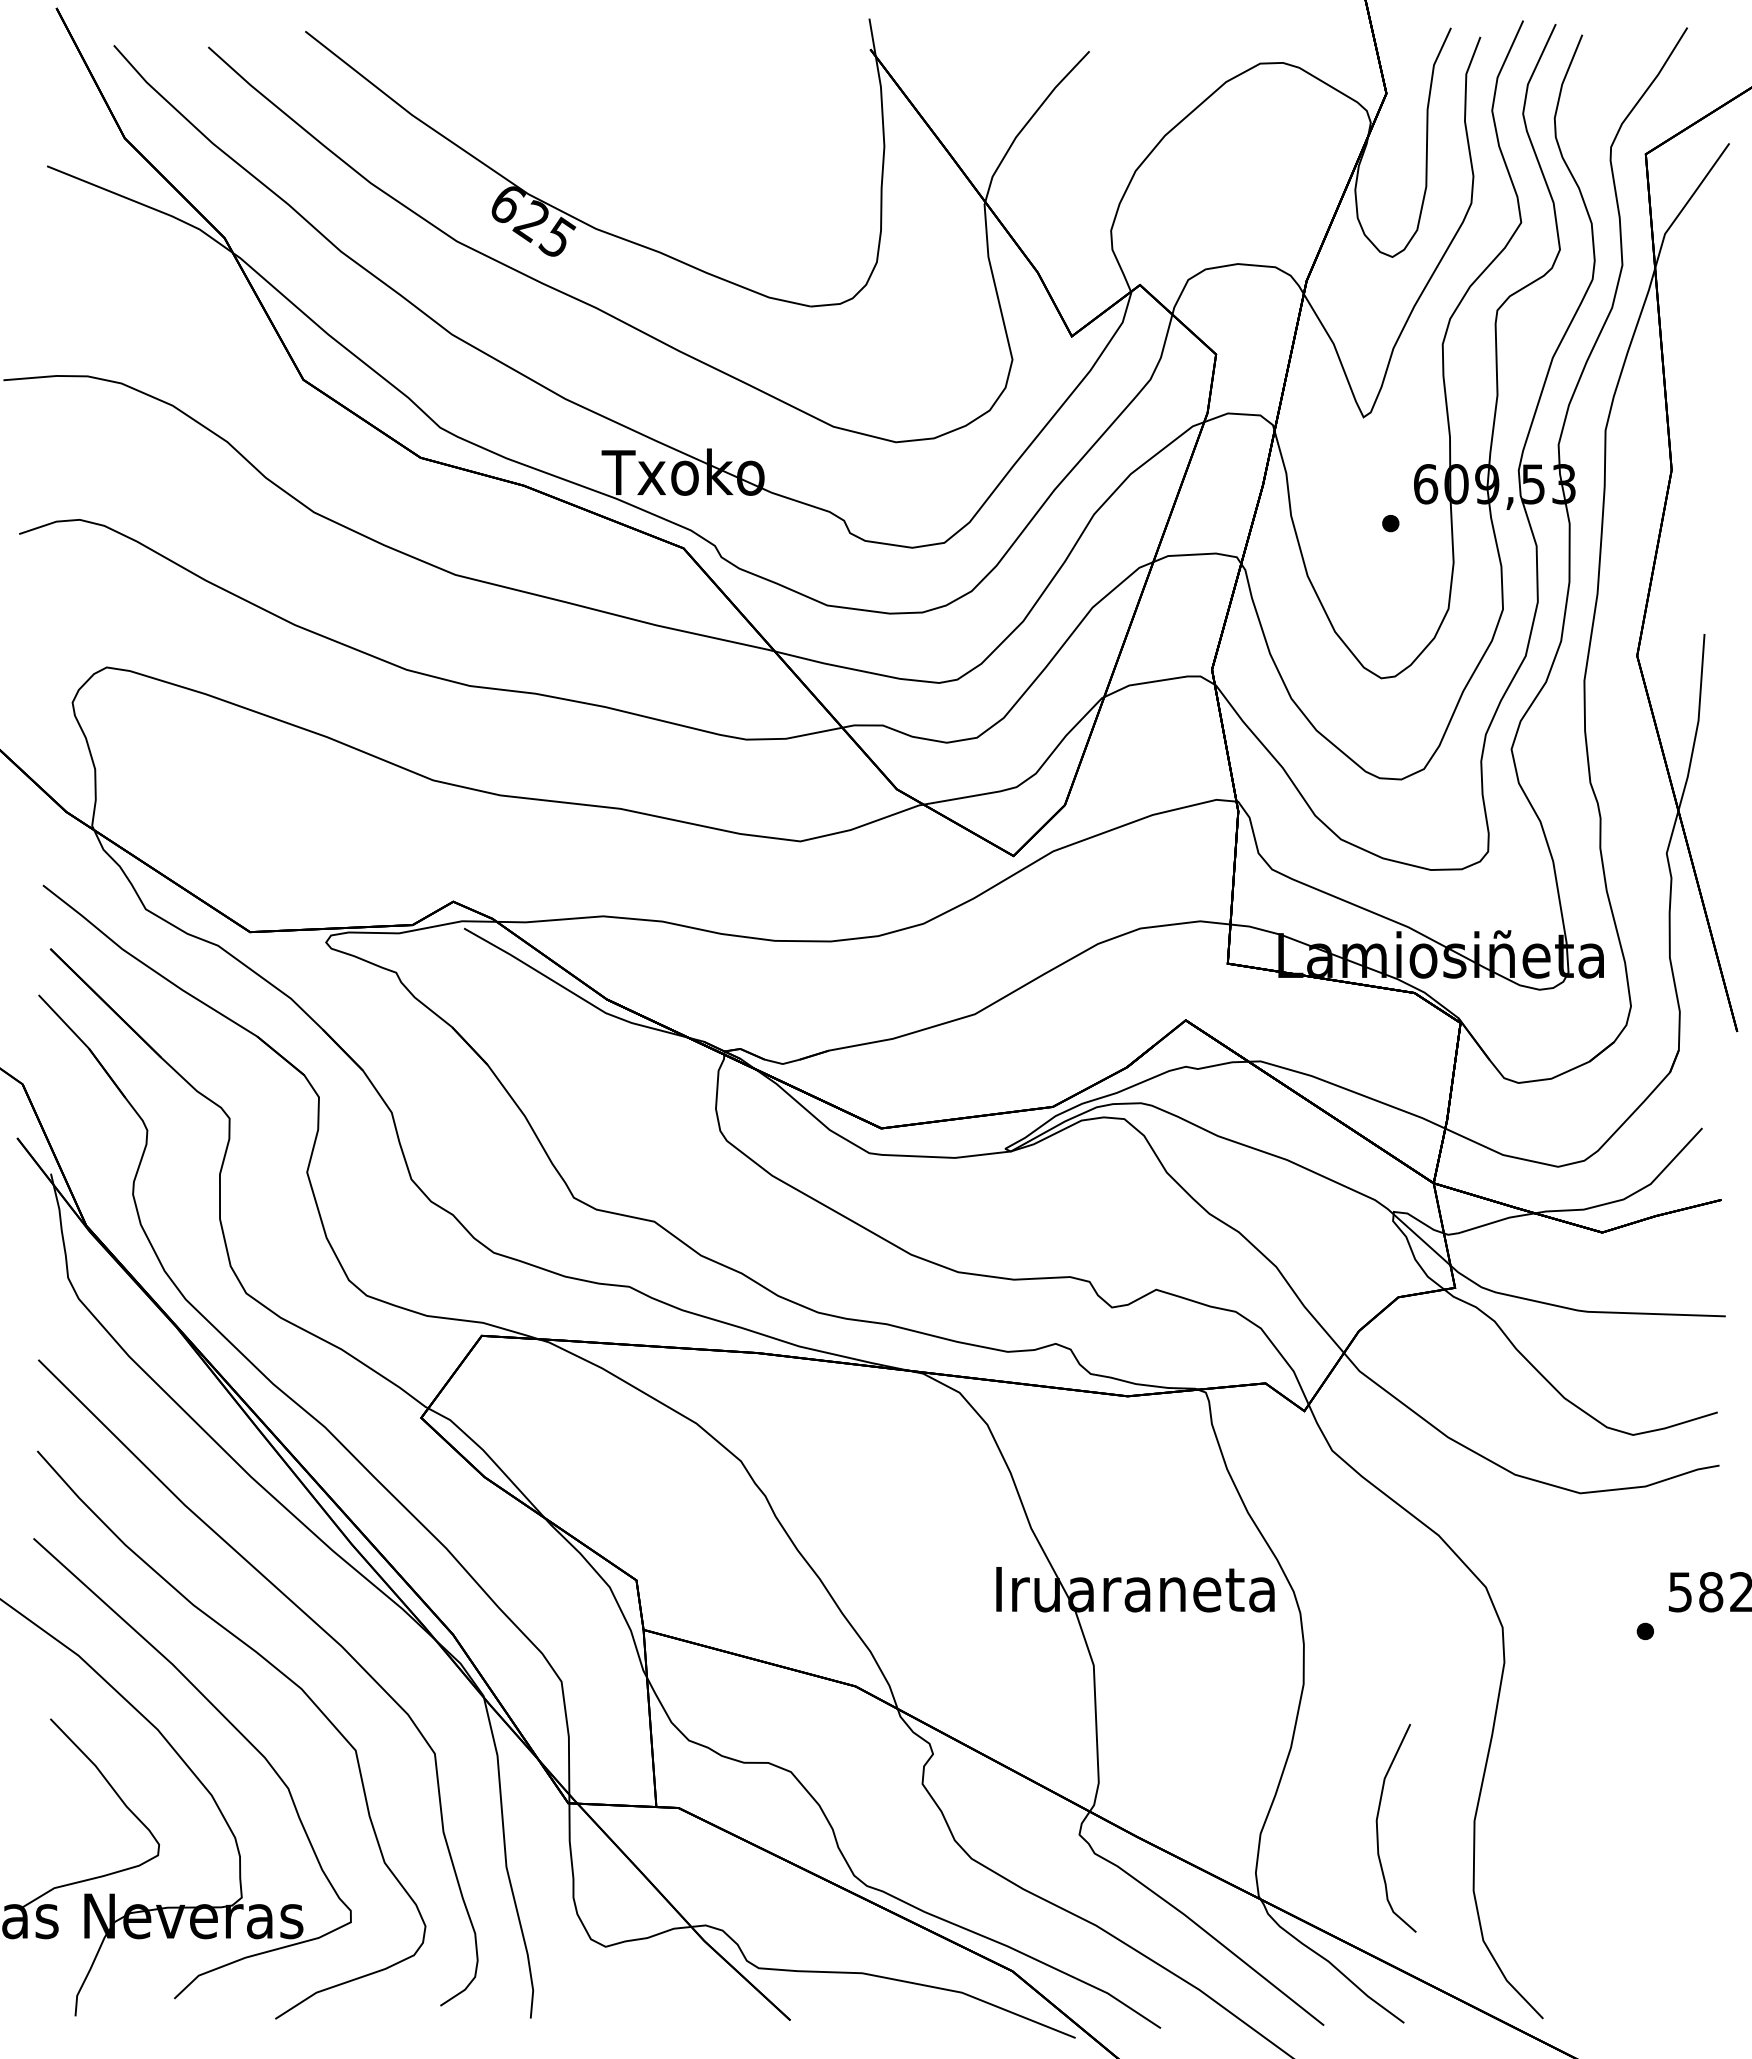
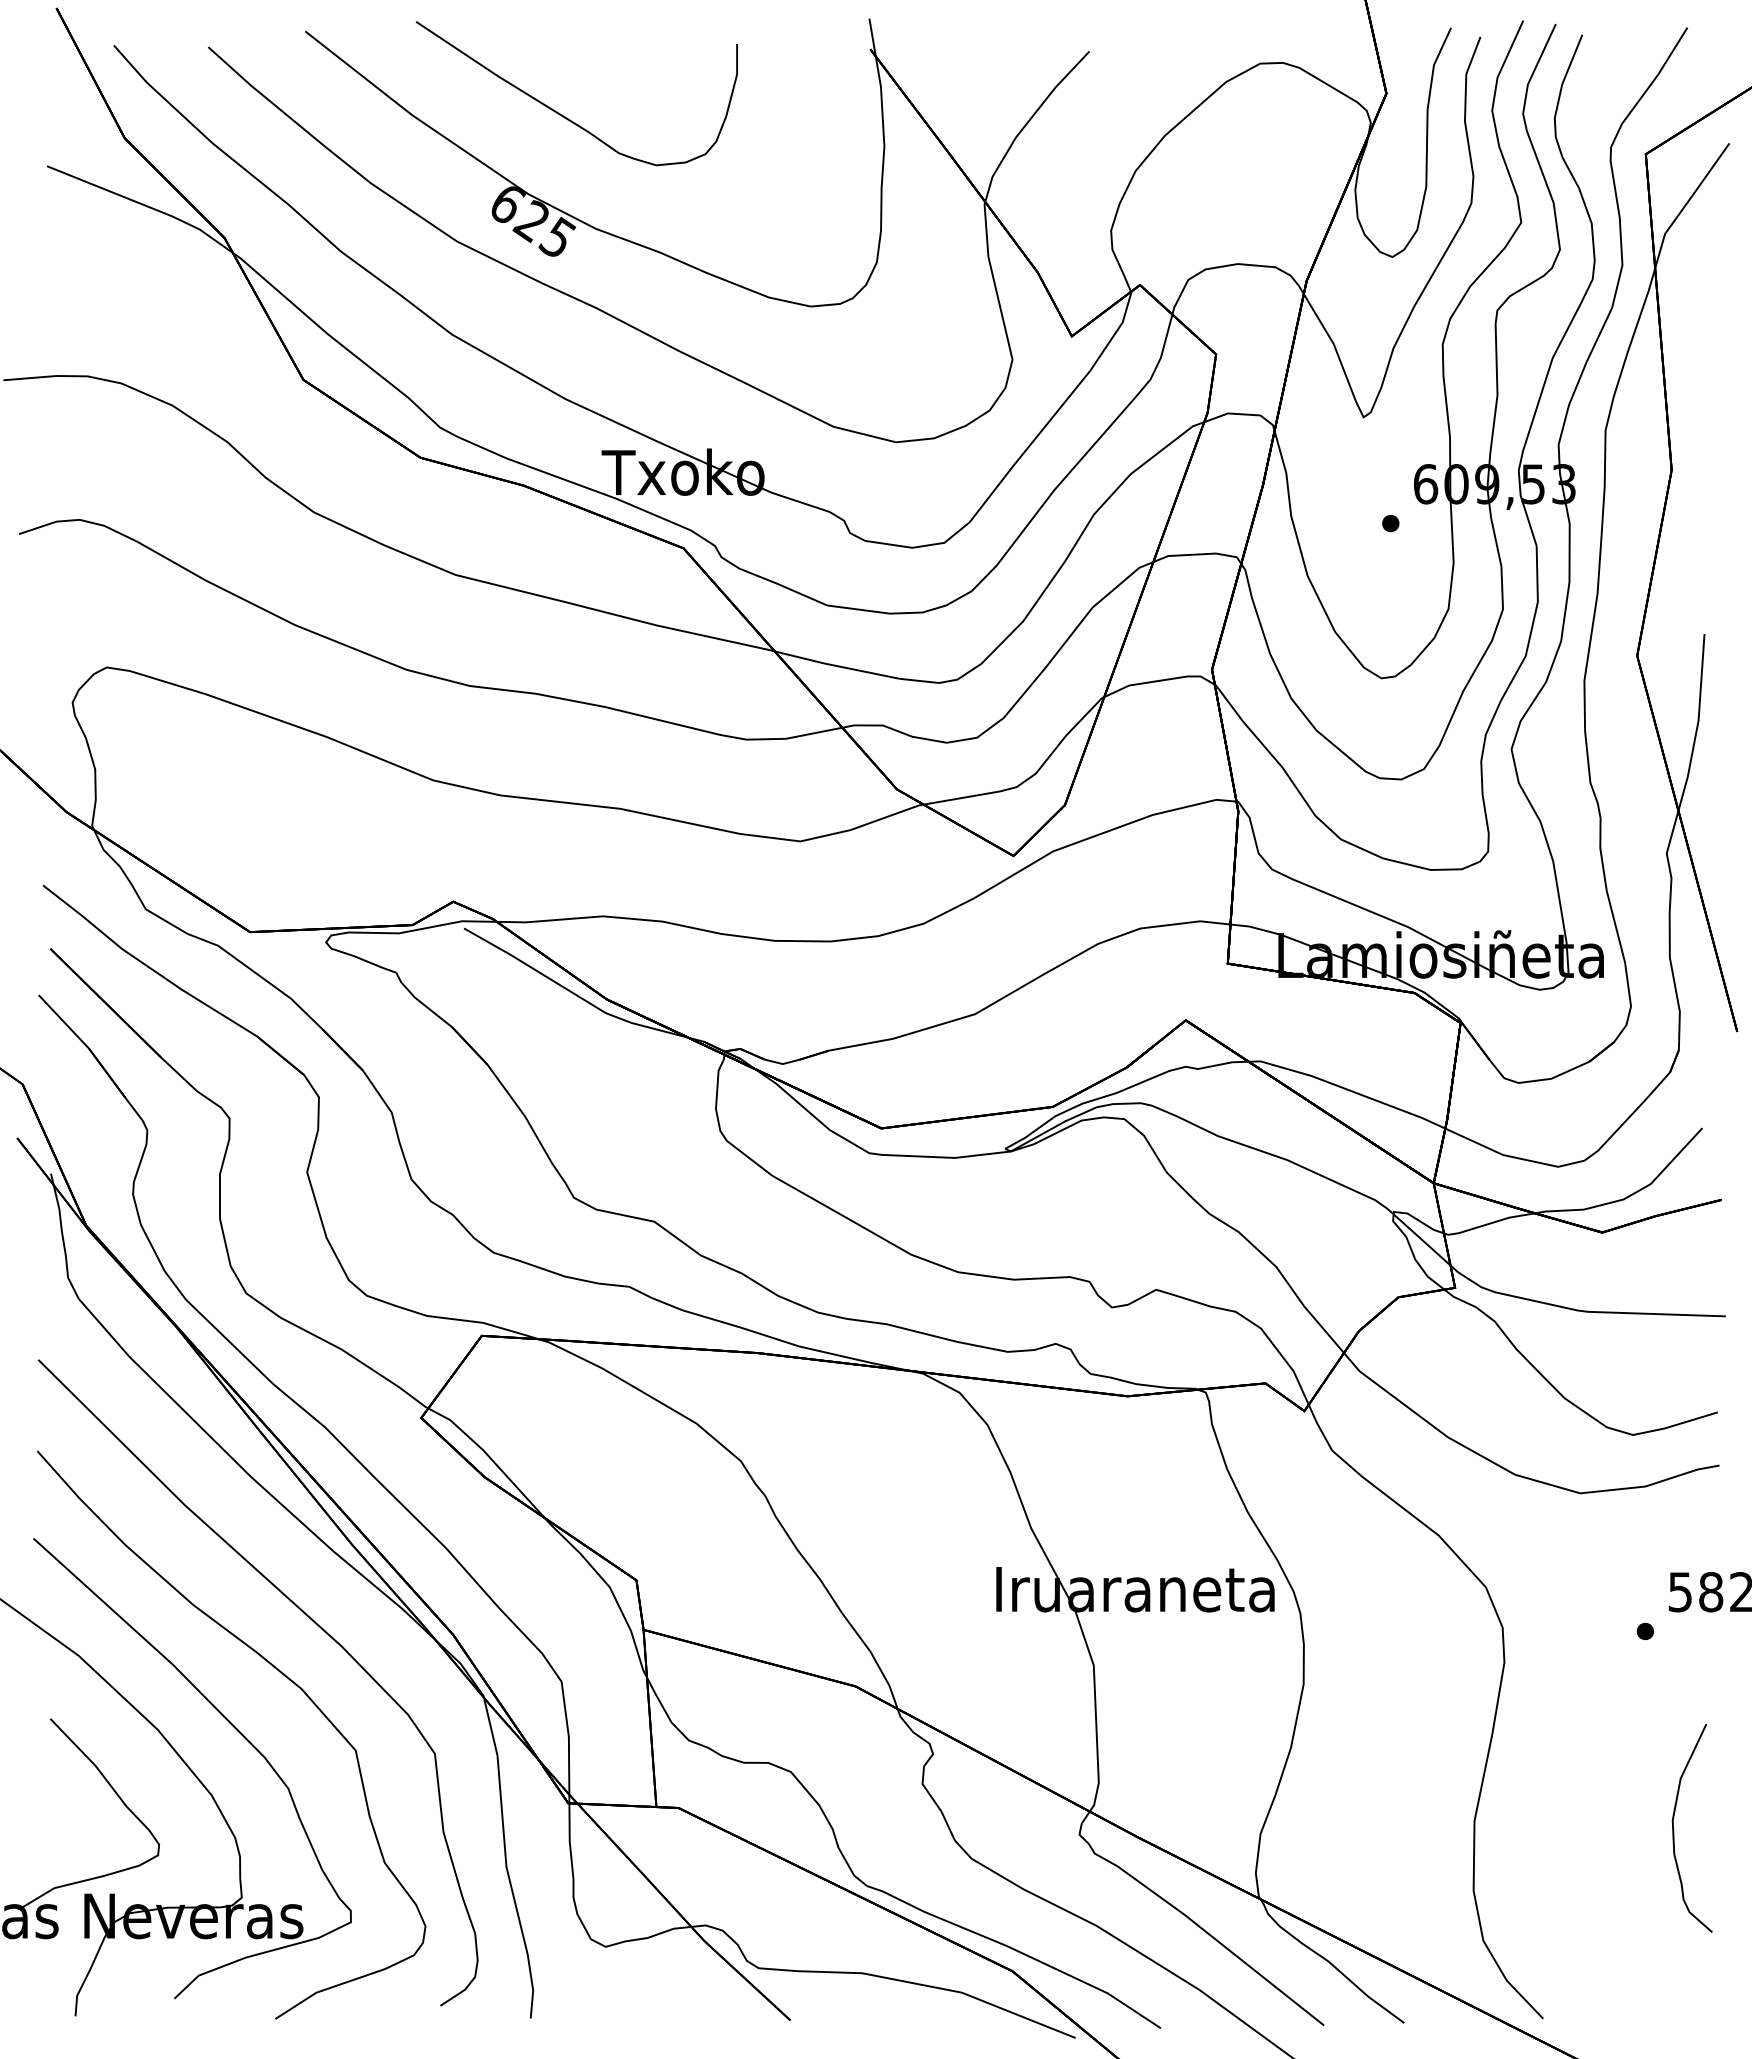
curve at (562, 114): none -> present
curve at (1378, 1830) position: (1378, 1830) -> (1674, 1830)
